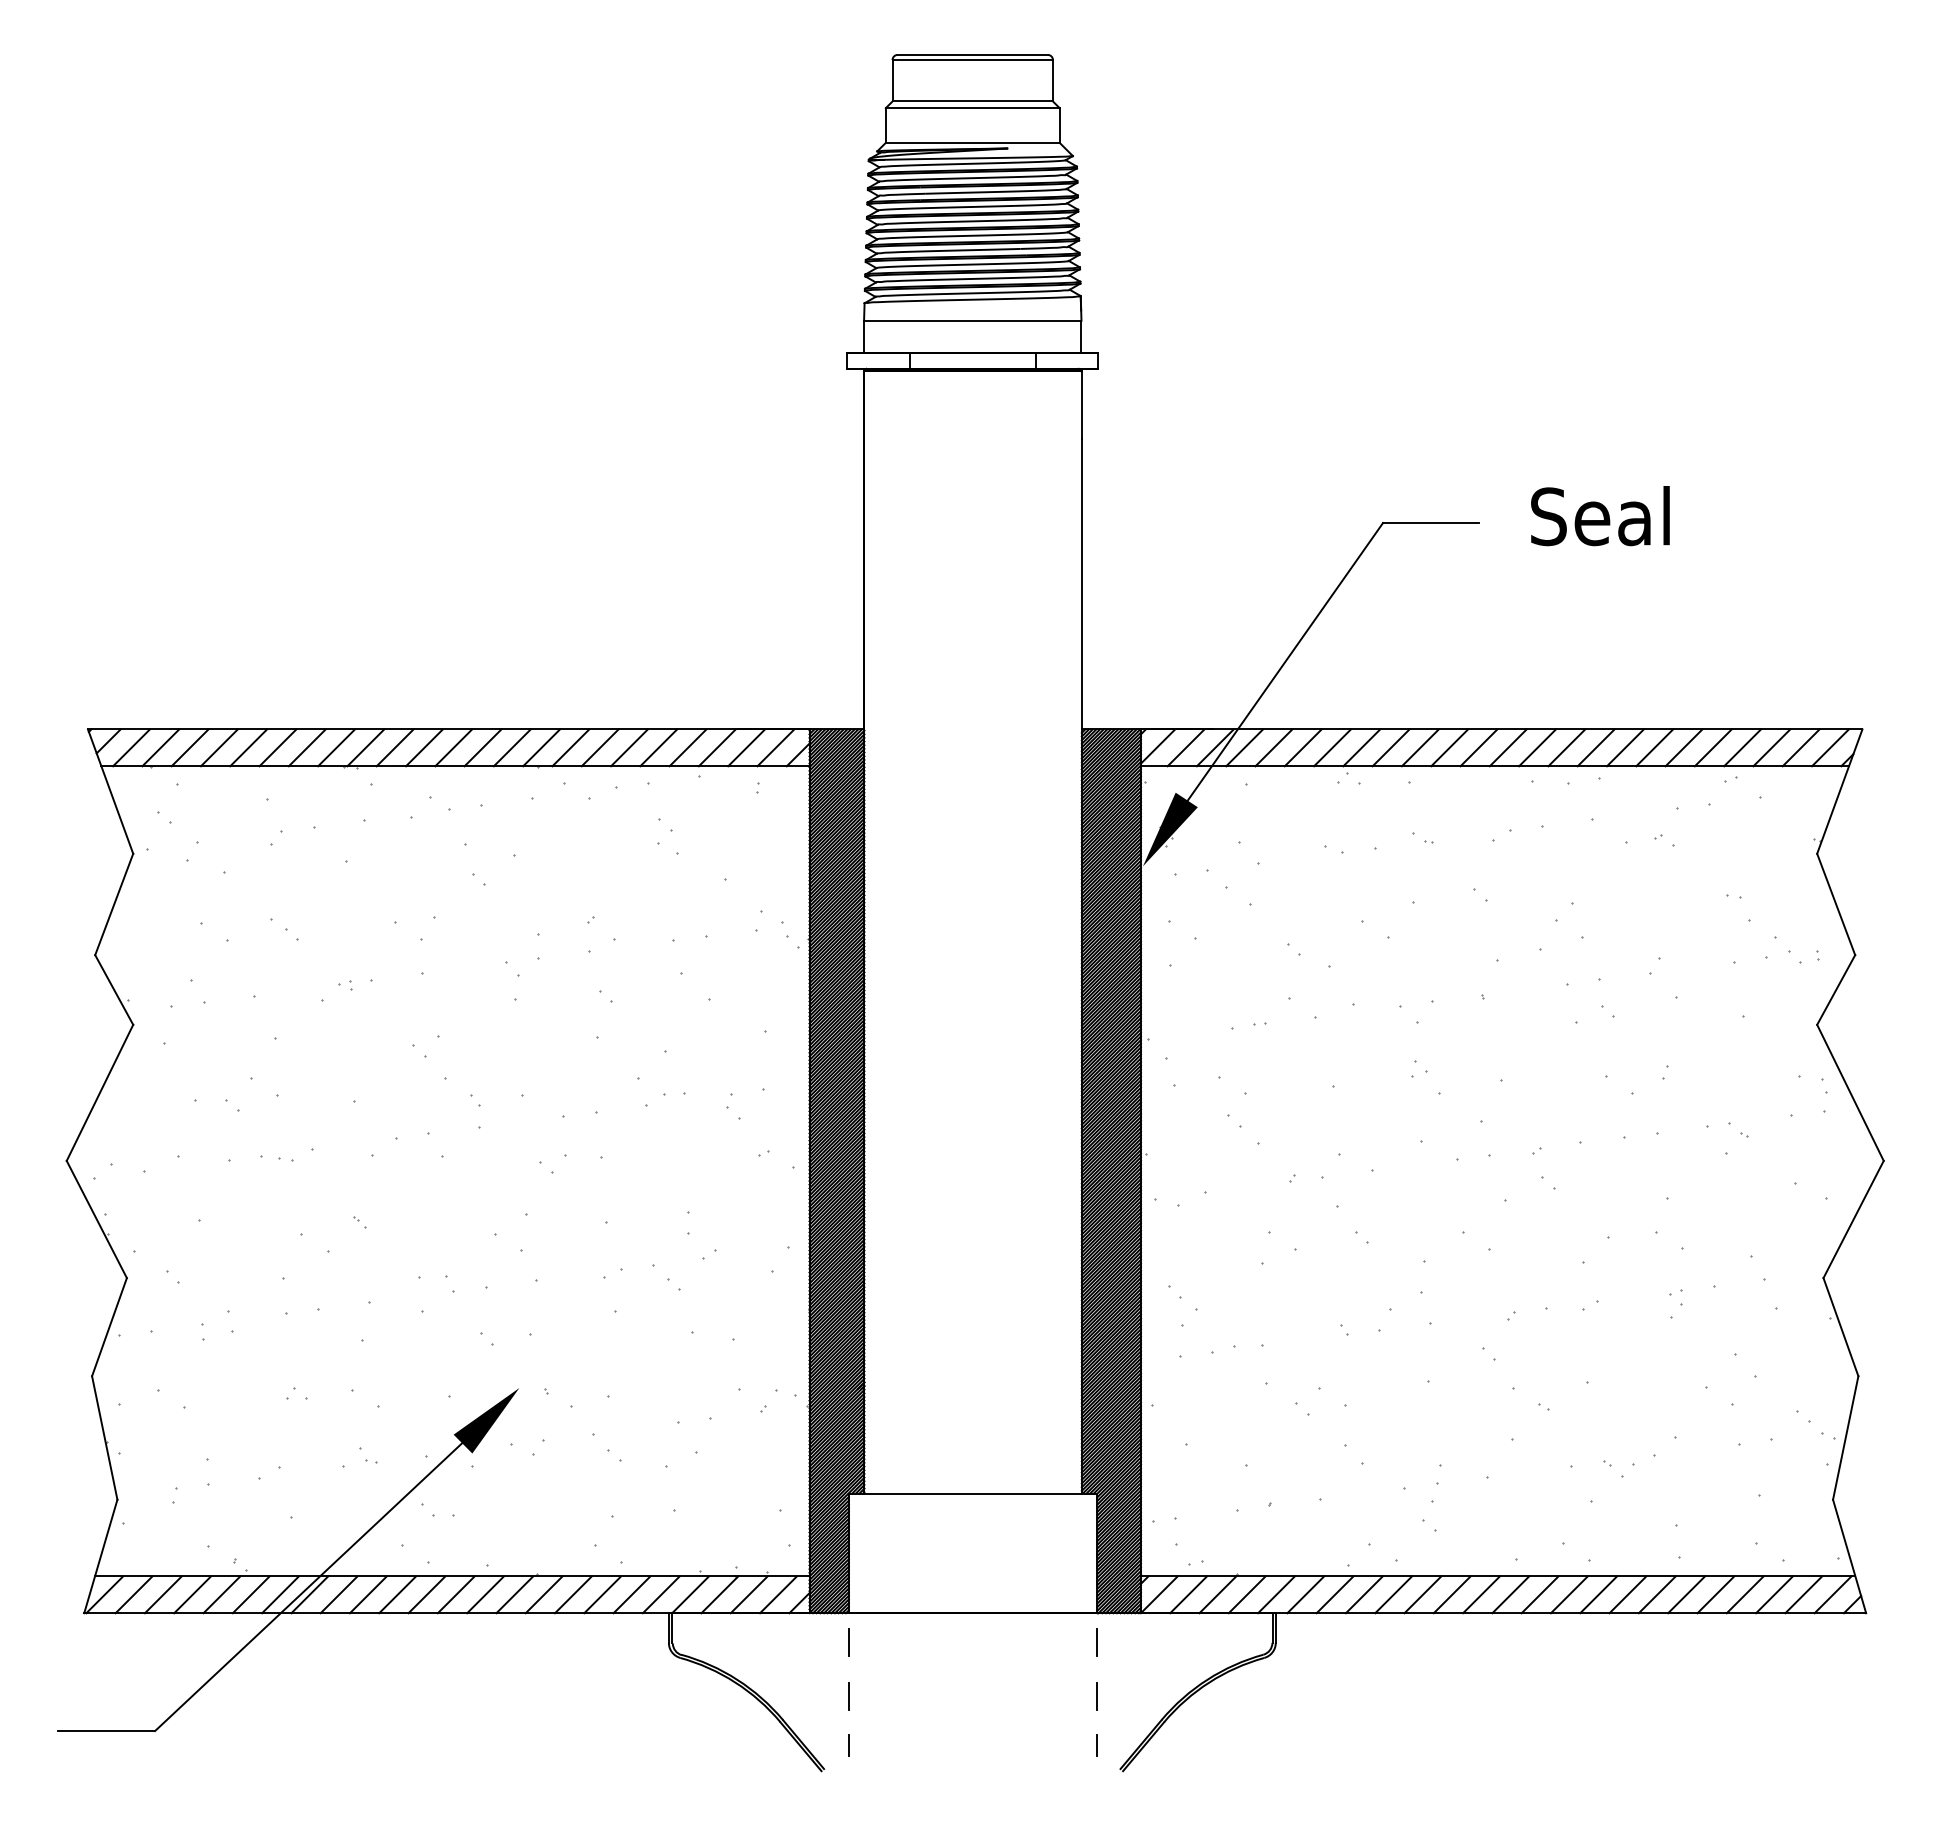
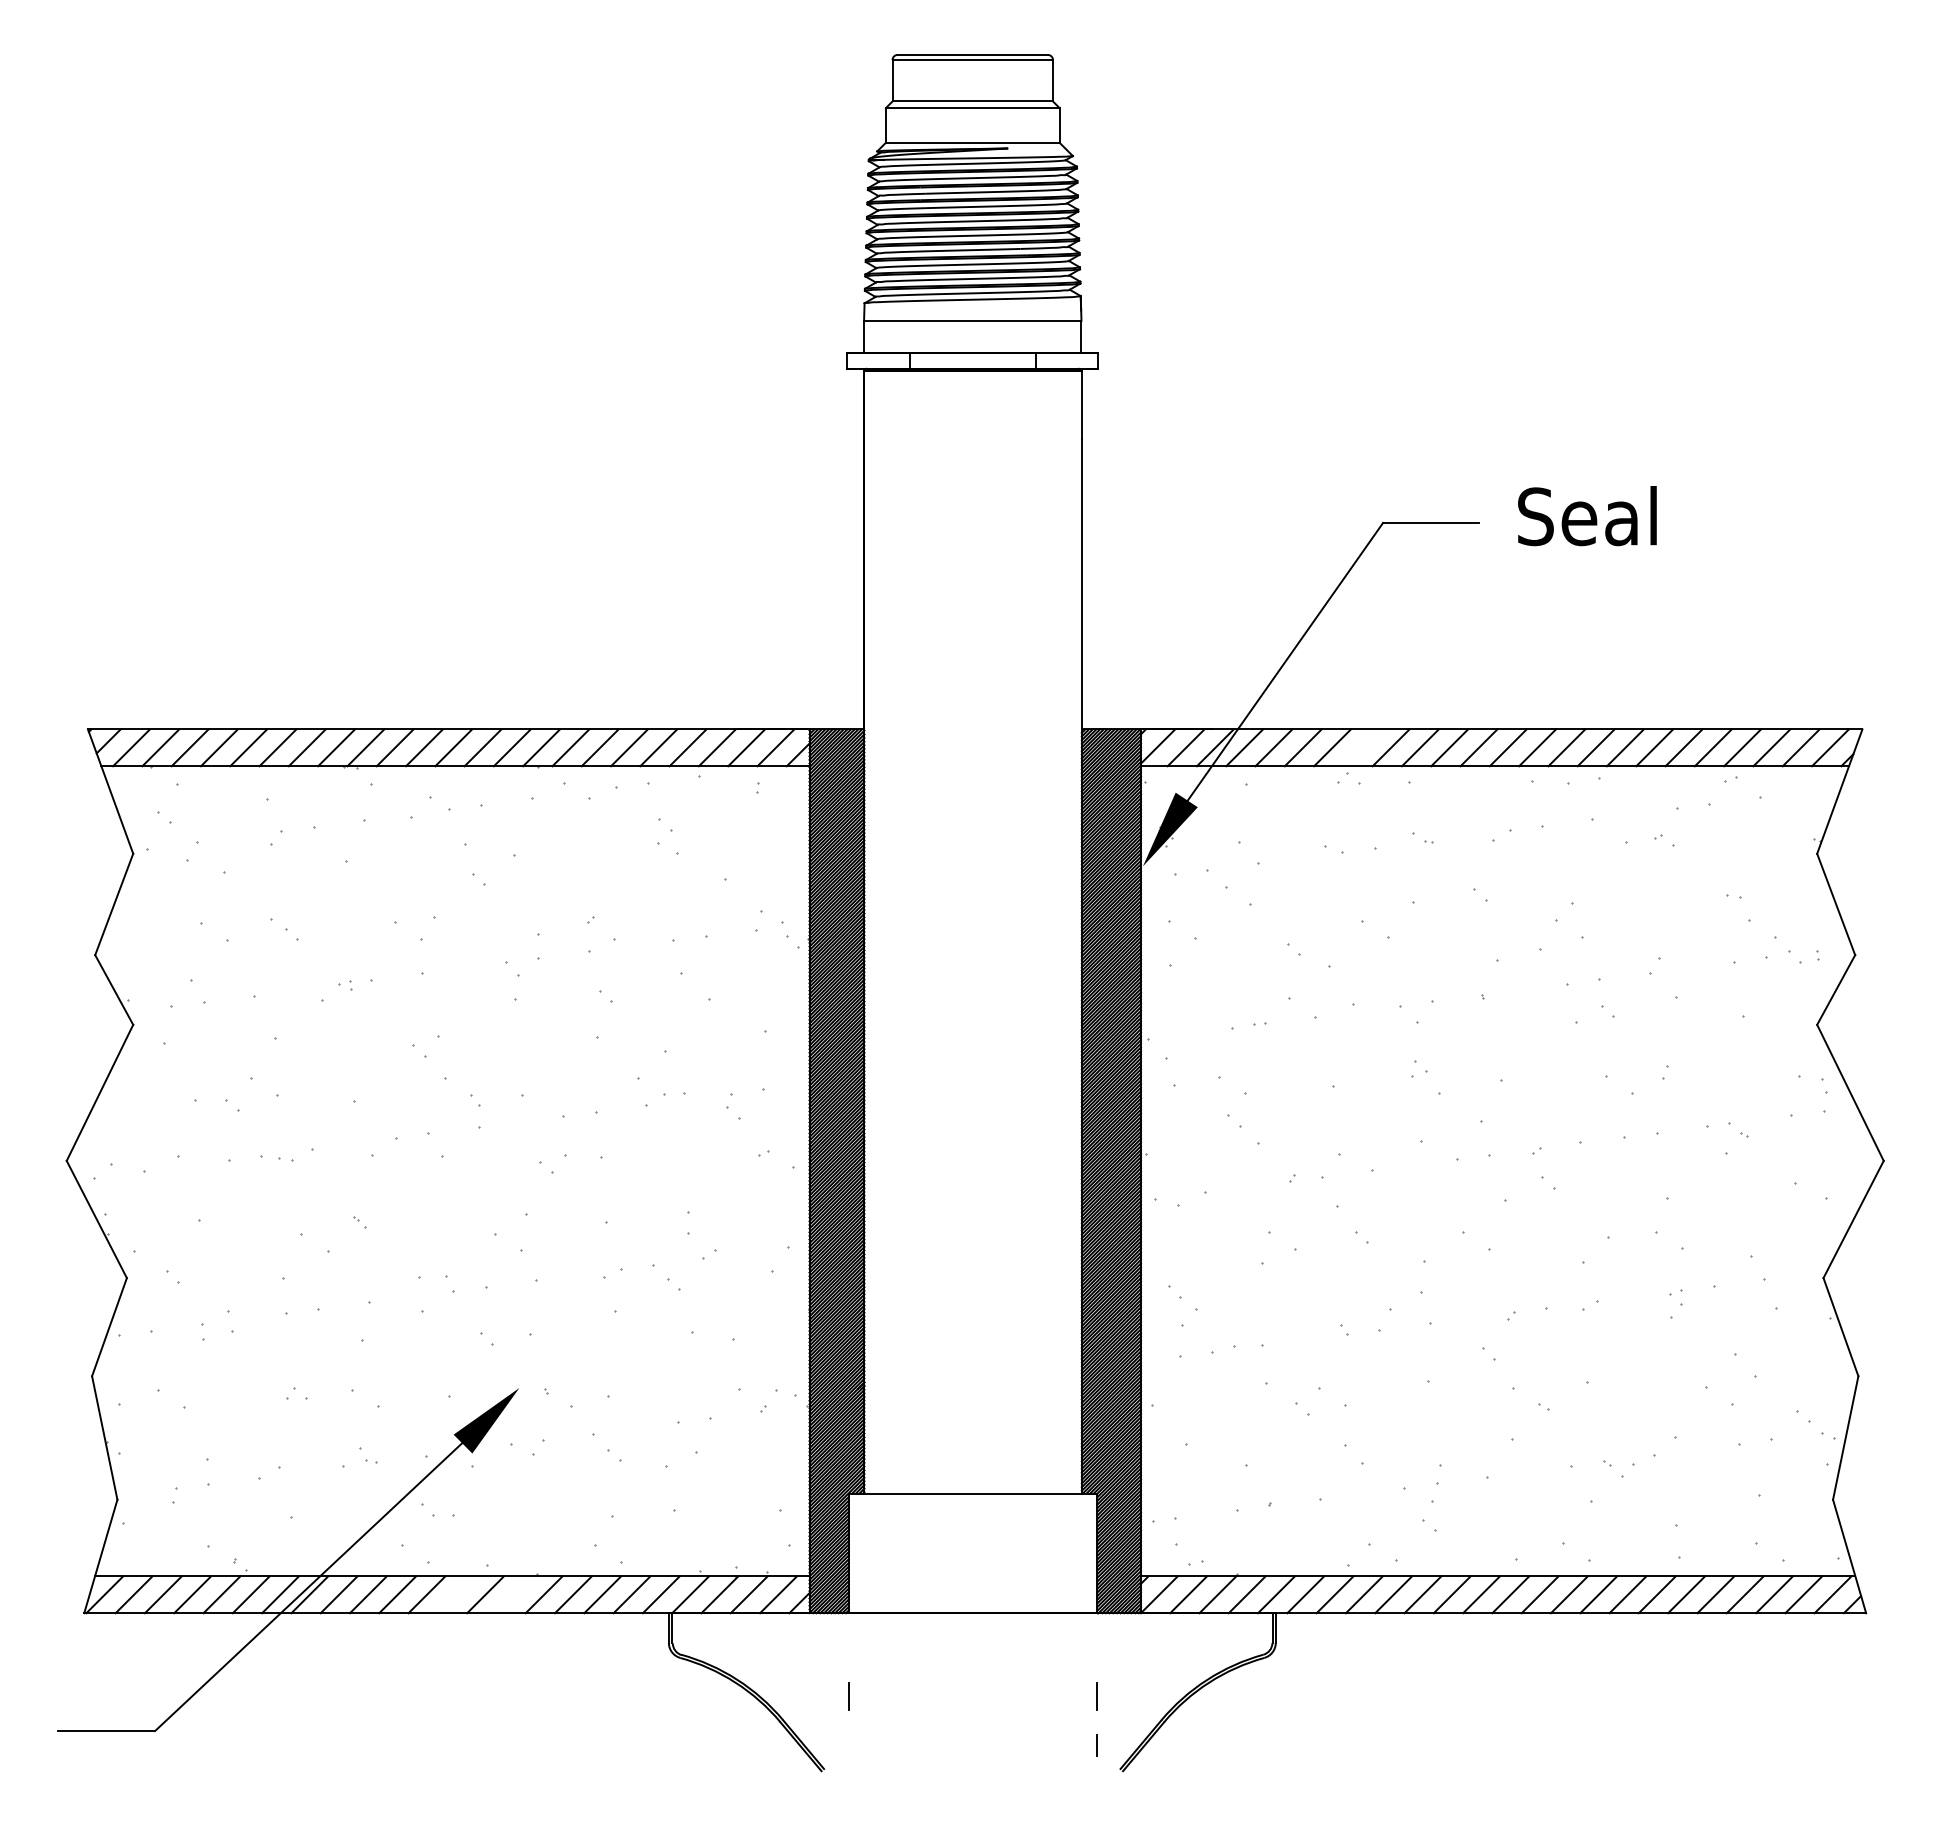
text at (1600, 516) position: (1600, 516) -> (1587, 516)
line at (1361, 747): present -> none
line at (455, 1594): present -> none
line at (514, 1594): present -> none
line at (848, 1642): present -> none
line at (1097, 1642): present -> none
line at (848, 1745): present -> none
